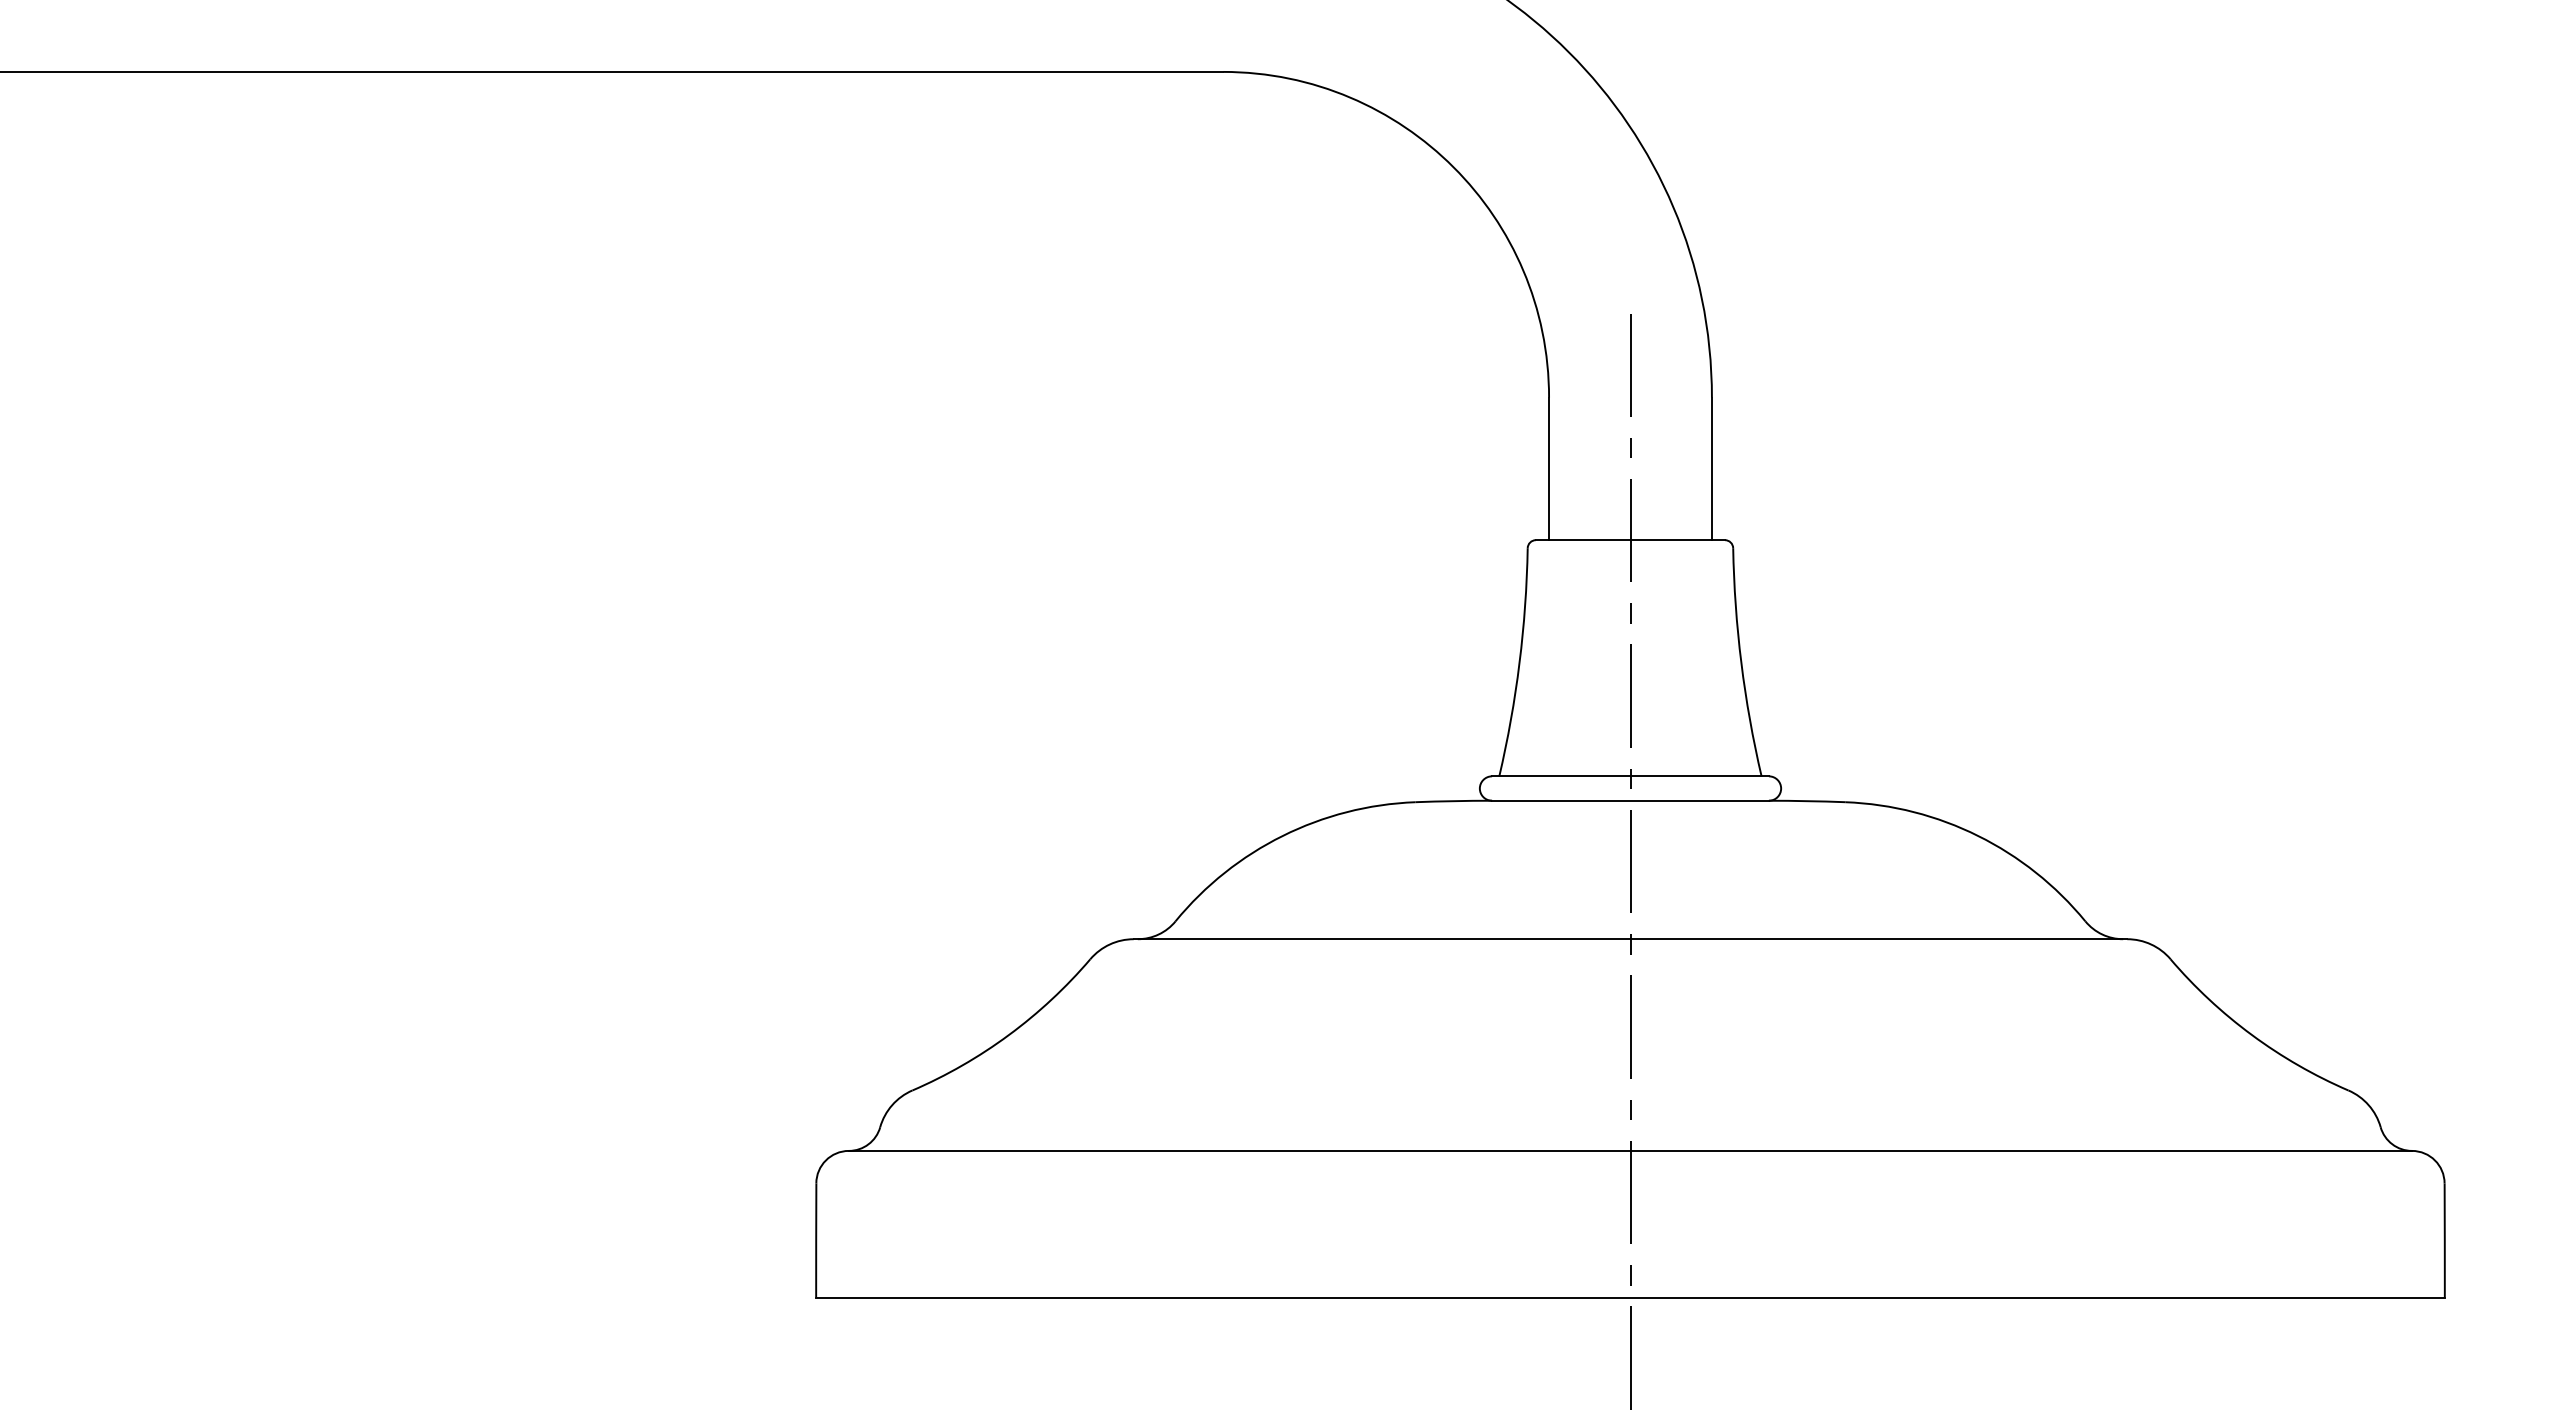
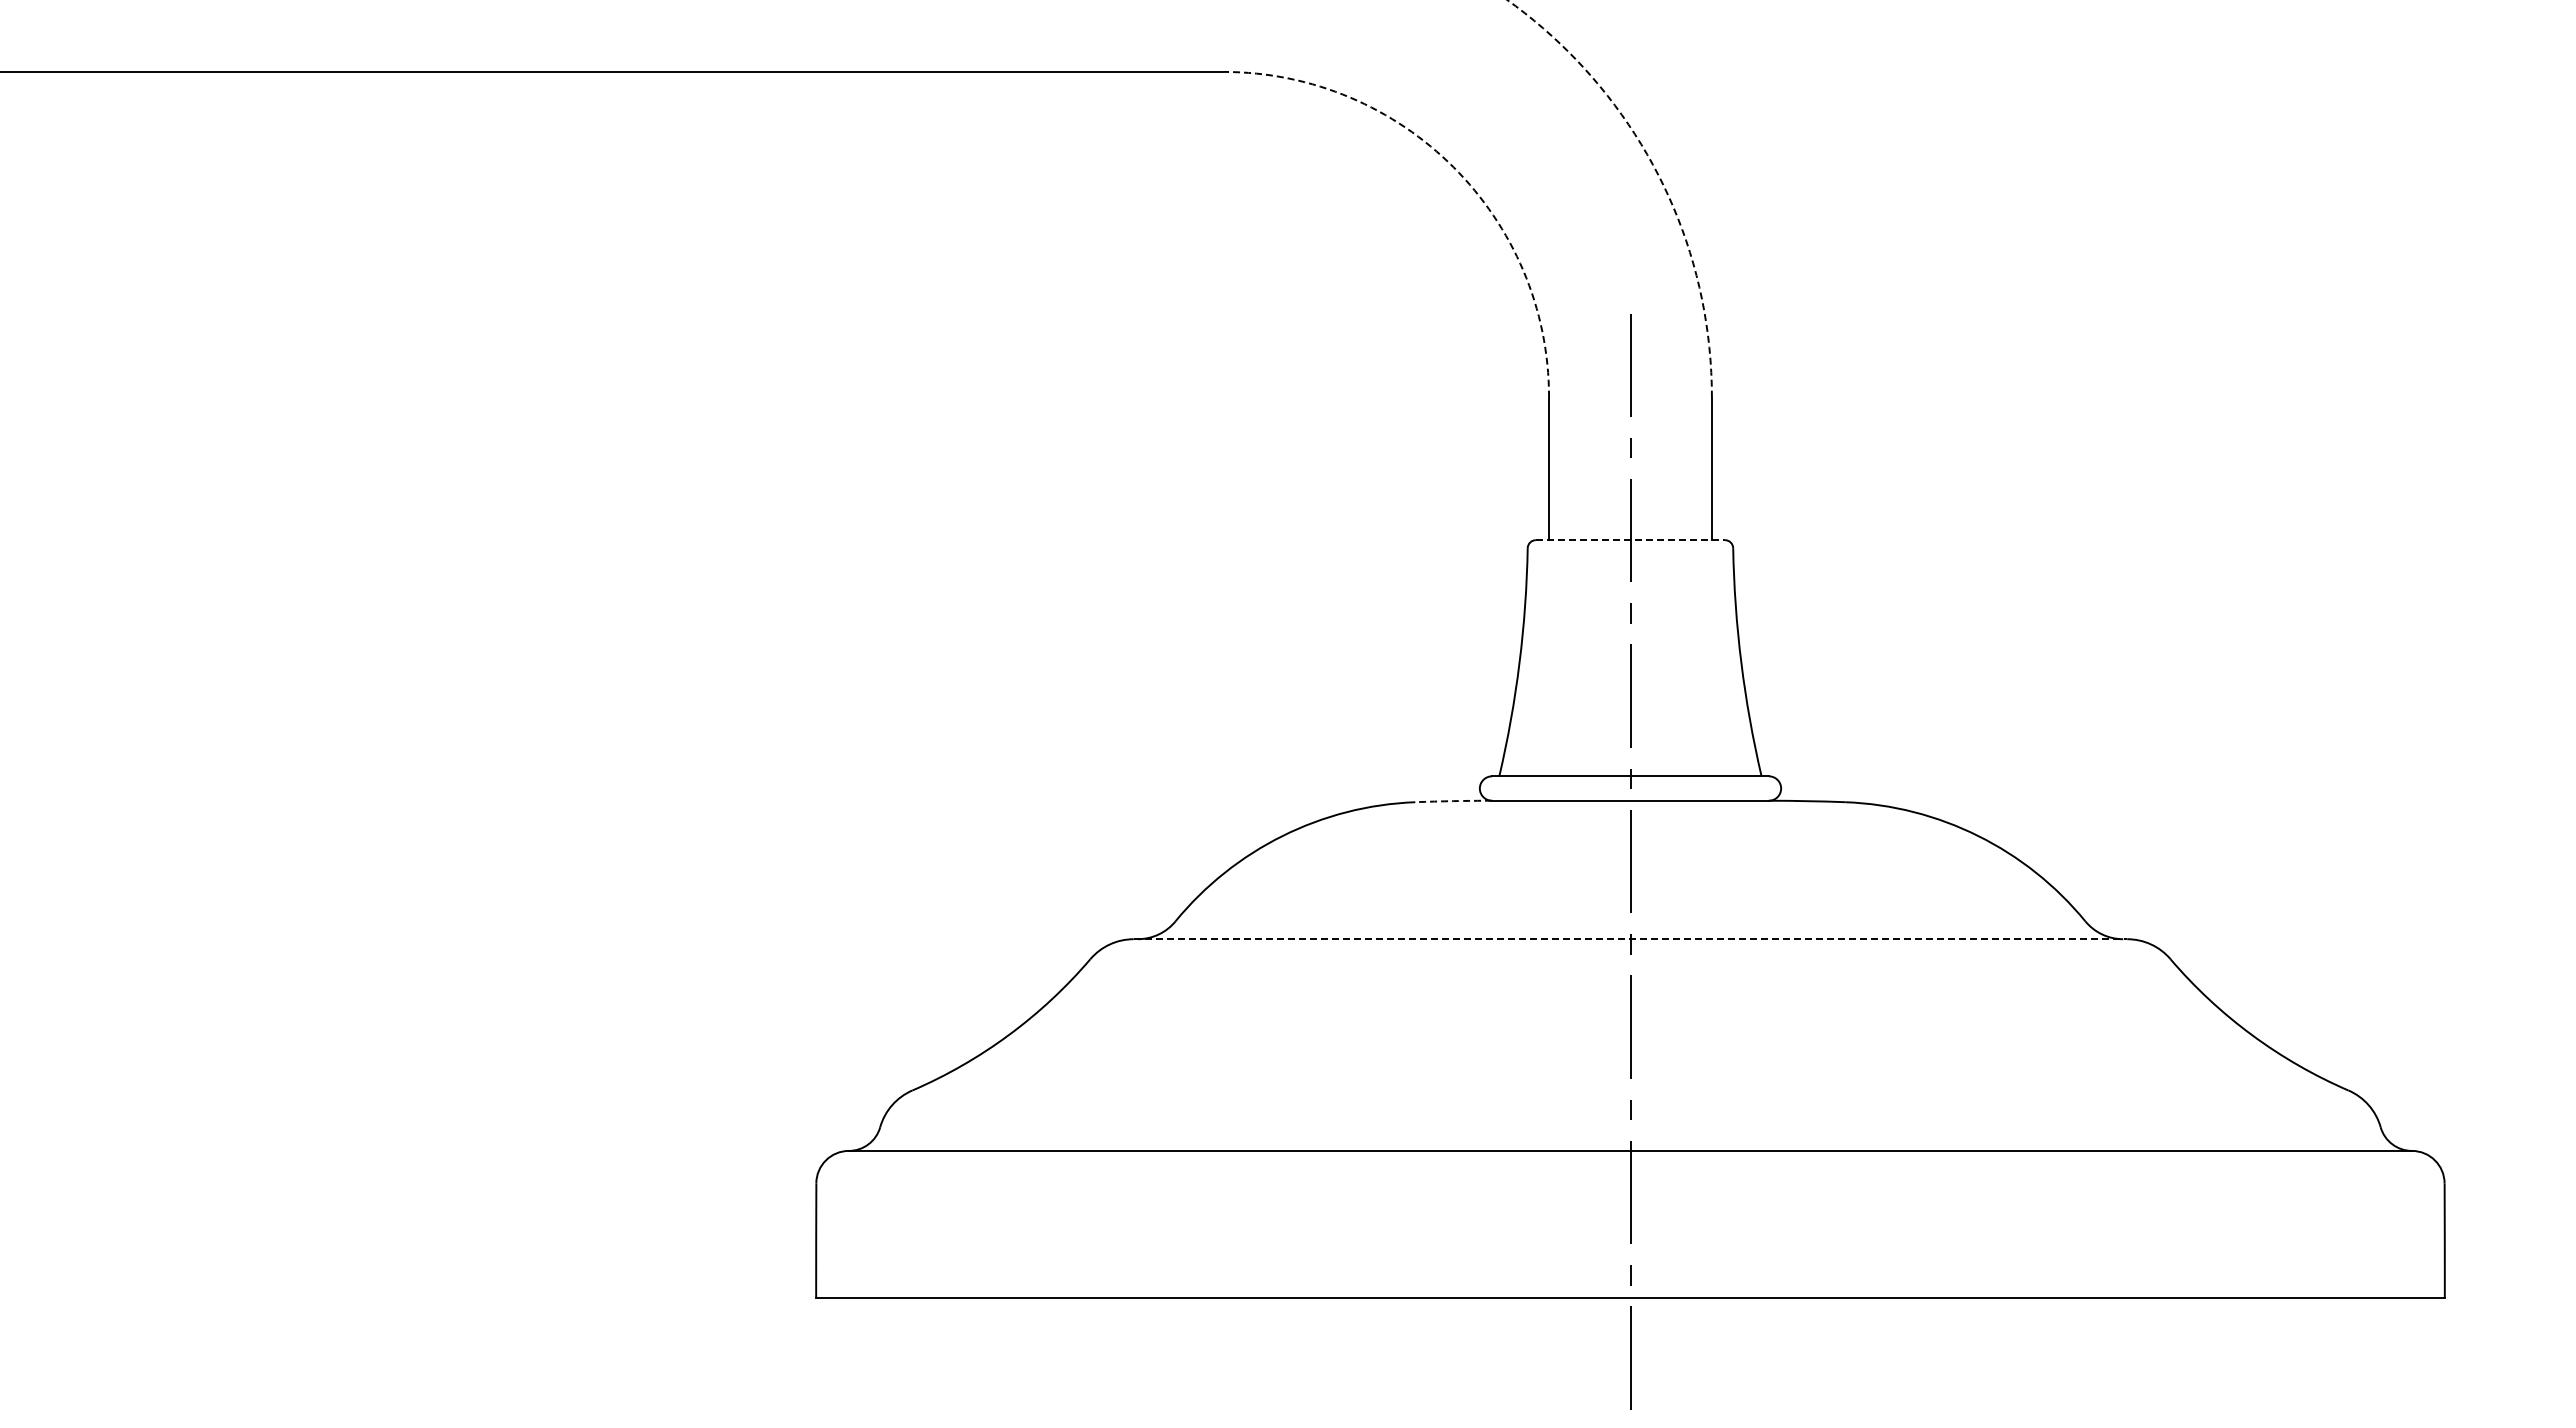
arc at (1453, 167): solid -> dashed
arc at (1657, 173): solid -> dashed
line at (1630, 540): solid -> dashed
arc at (1453, 801): solid -> dashed
line at (1630, 939): solid -> dashed
